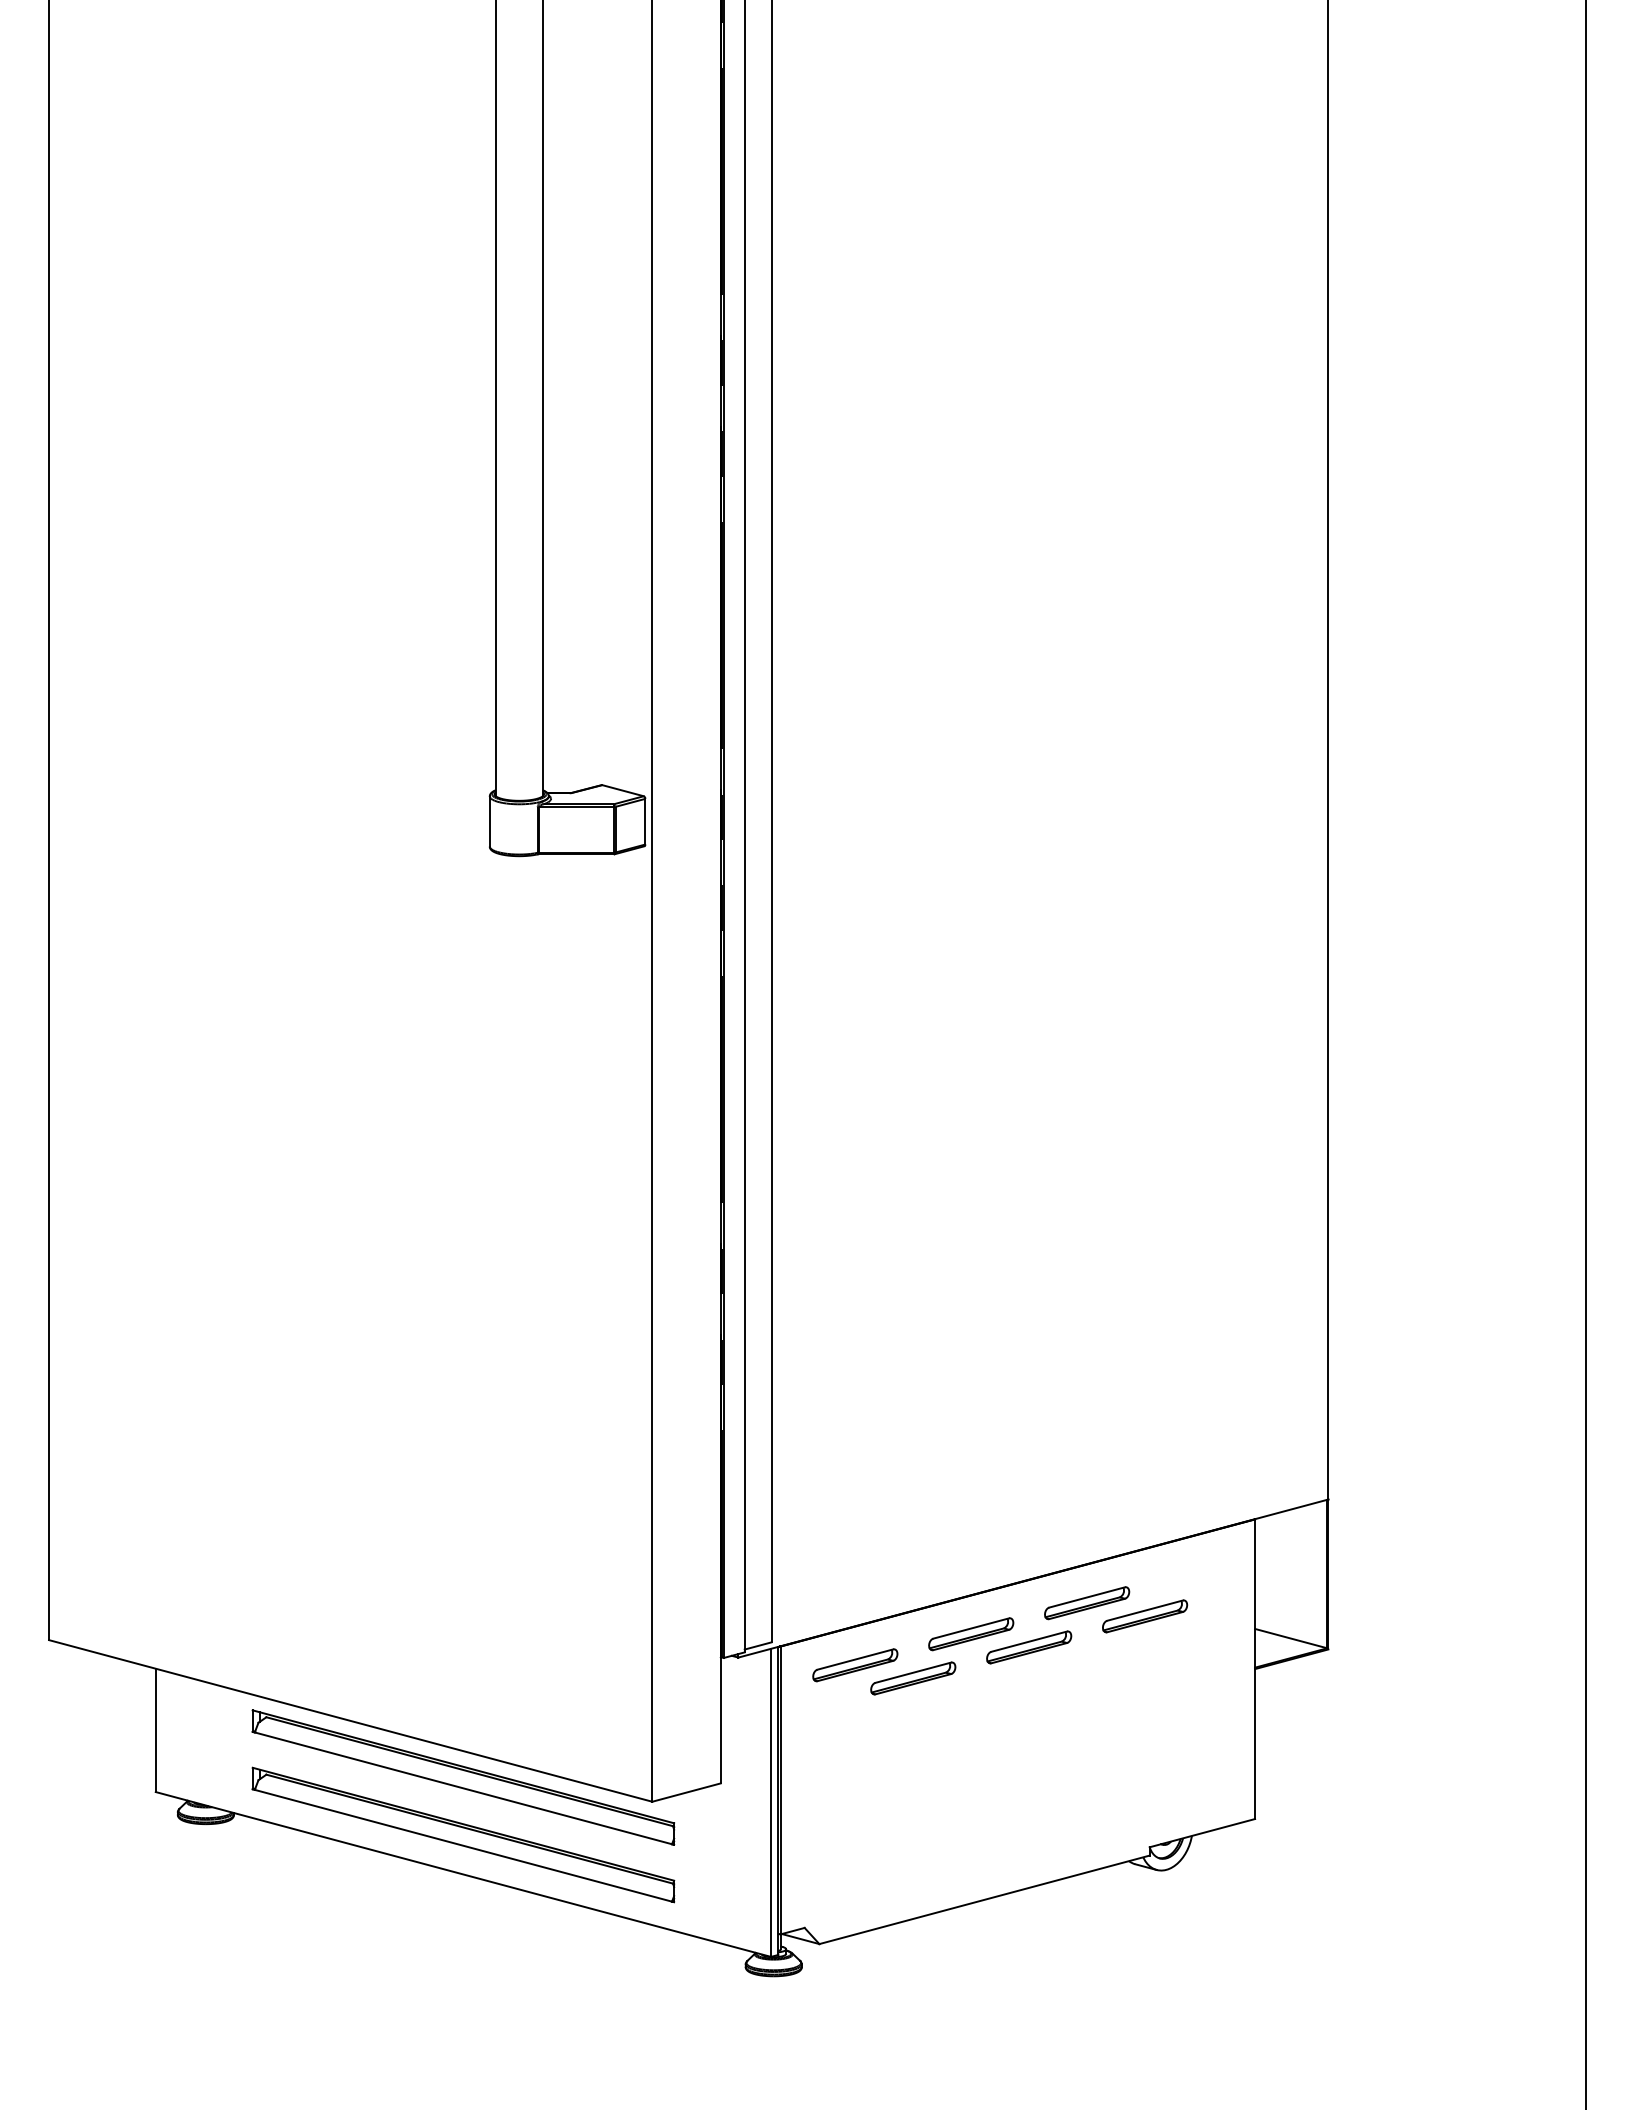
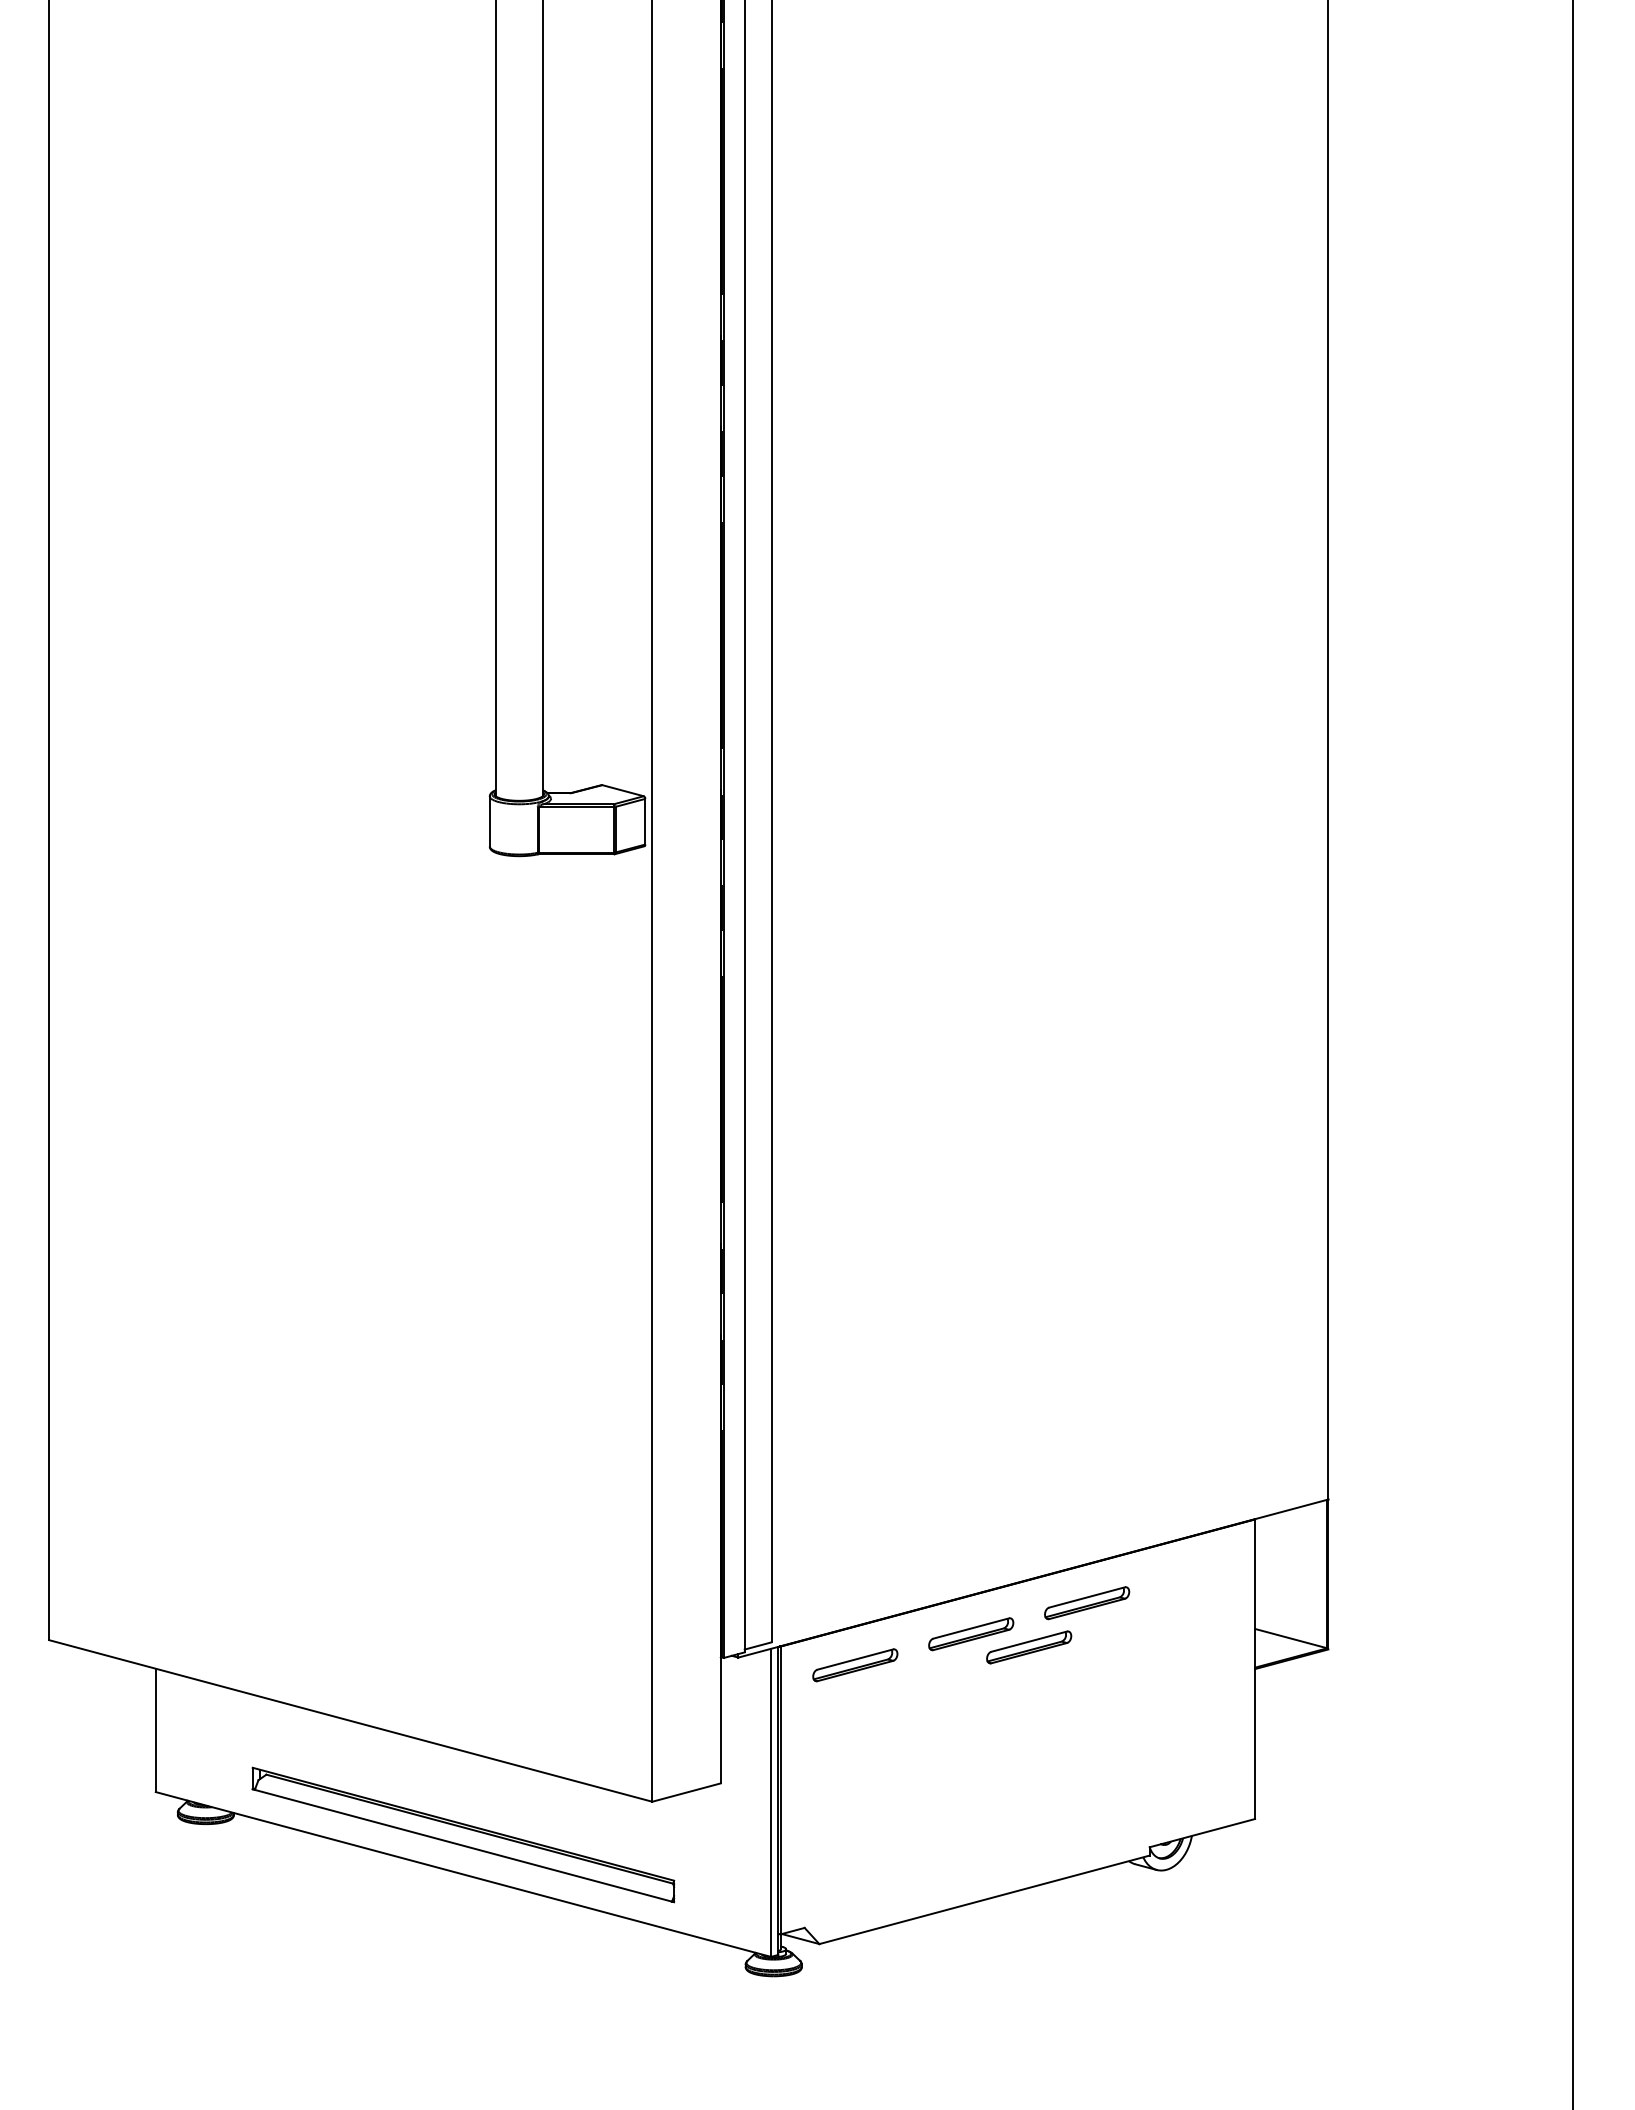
line at (1585, 1054) position: (1585, 1054) -> (1572, 1054)
part at (1145, 1616): present -> none
part at (913, 1678): present -> none
part at (463, 1777): present -> none
